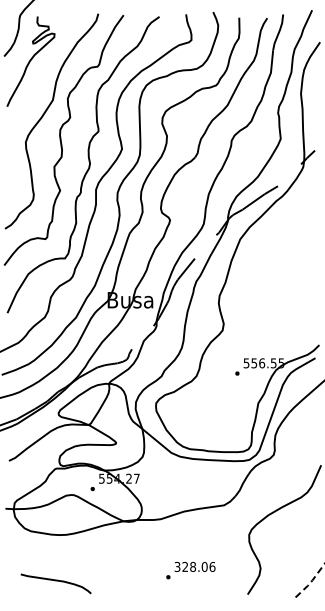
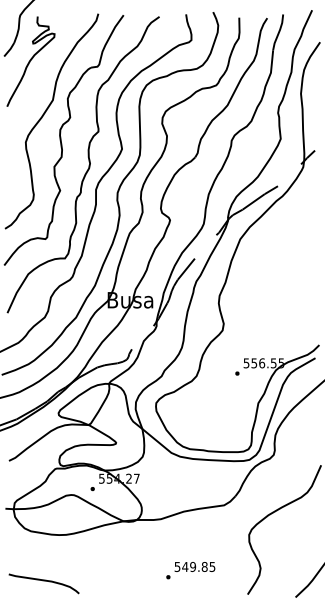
text at (195, 566): 328.06 -> 549.85
curve at (55, 581) position: (55, 581) -> (43, 581)
line at (311, 581): dashed -> solid
